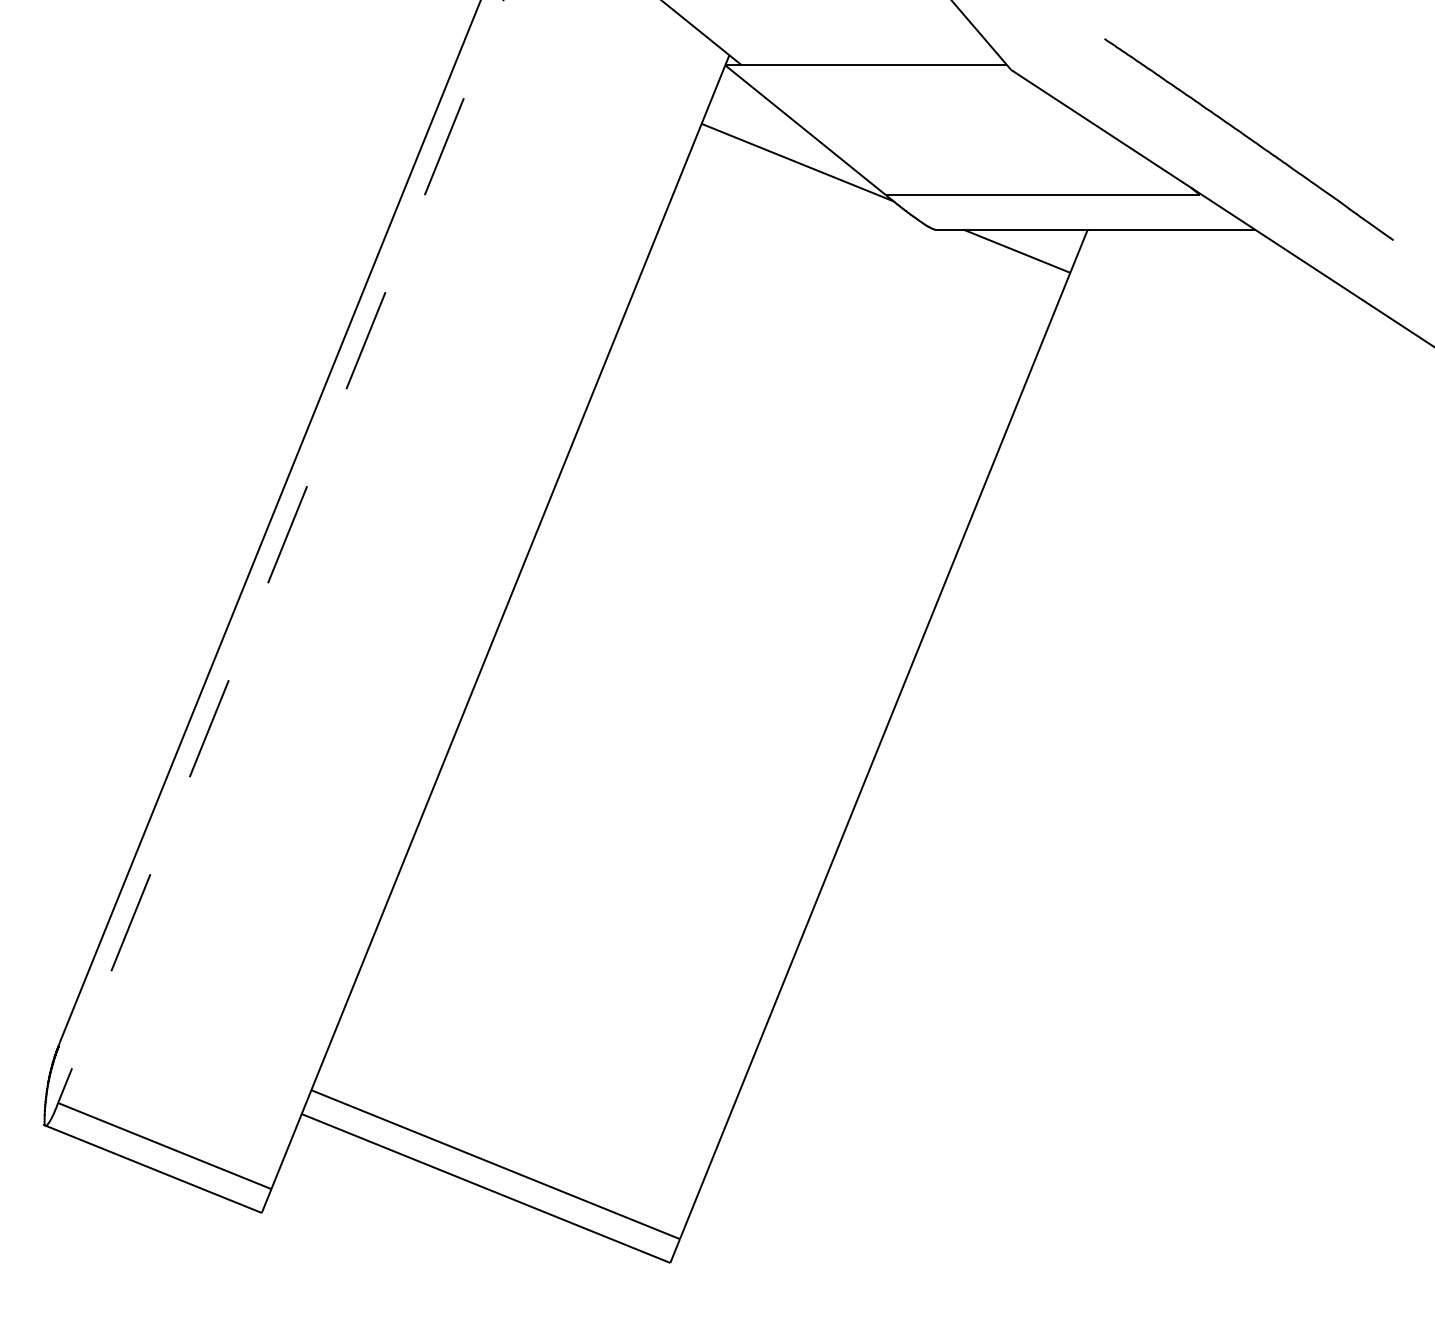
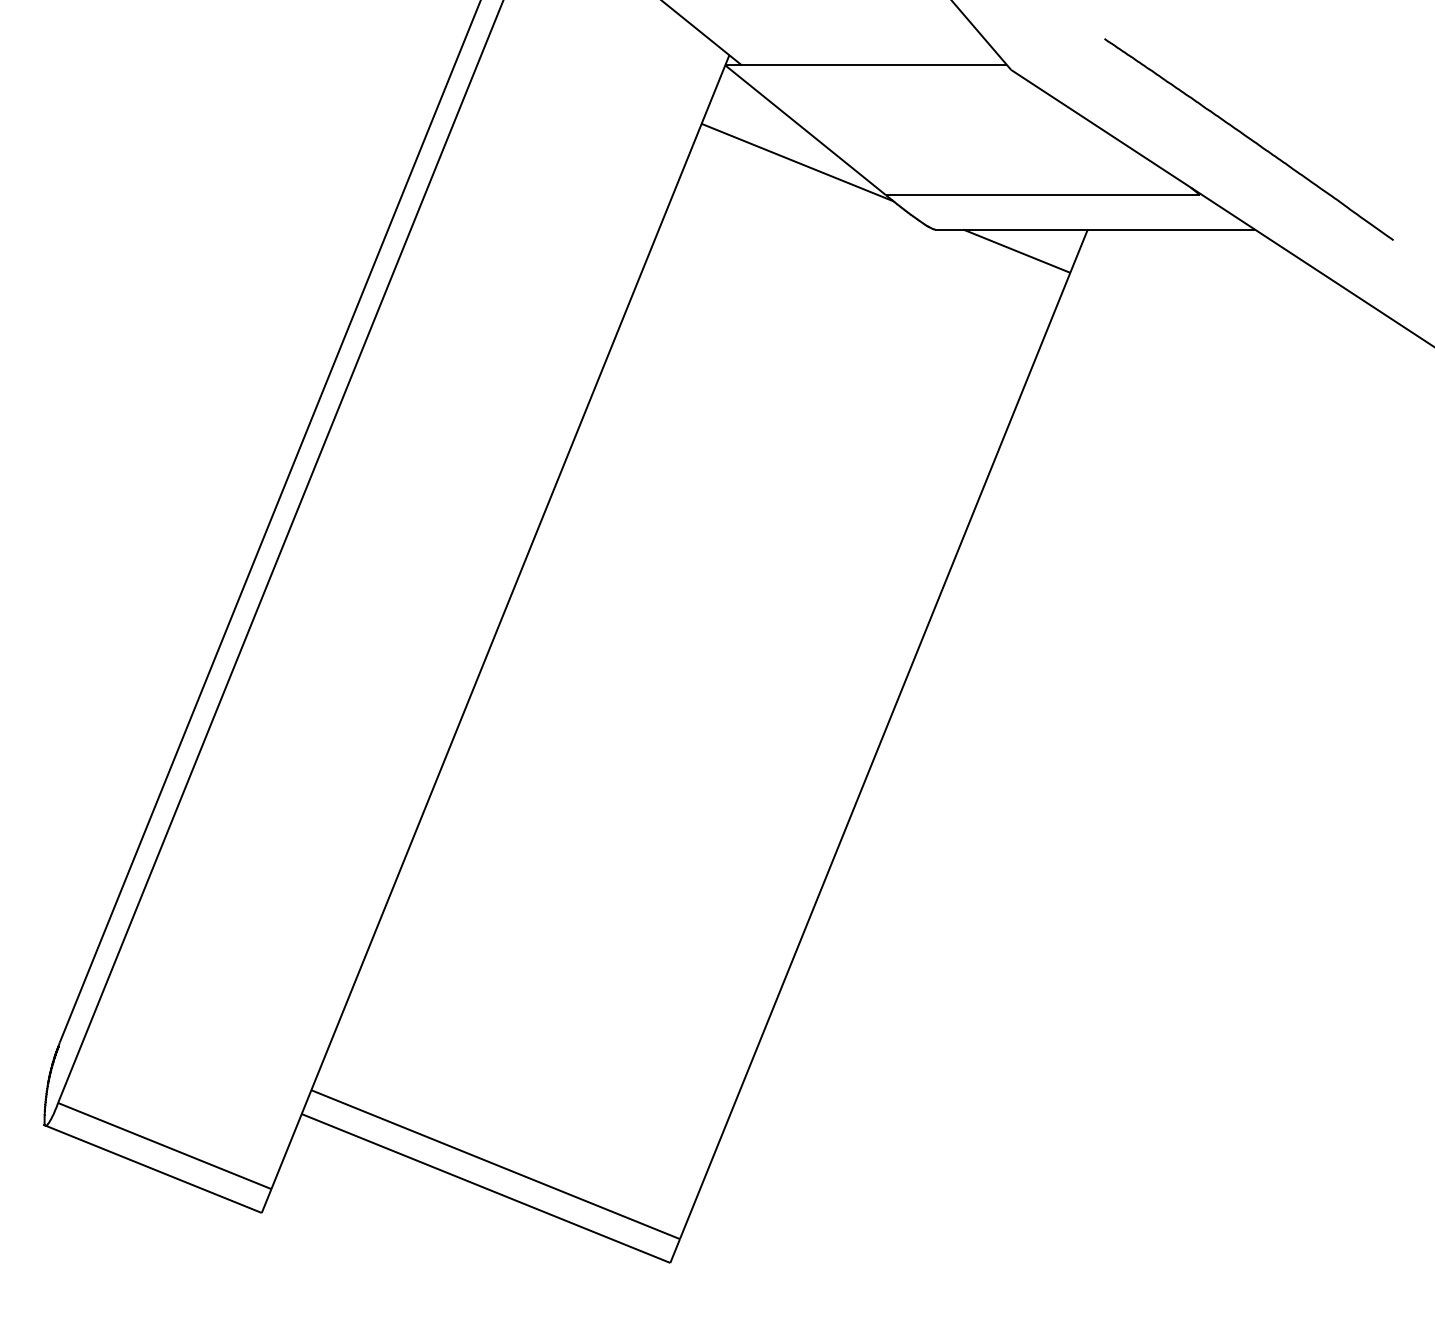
line at (280, 552): dashed -> solid
